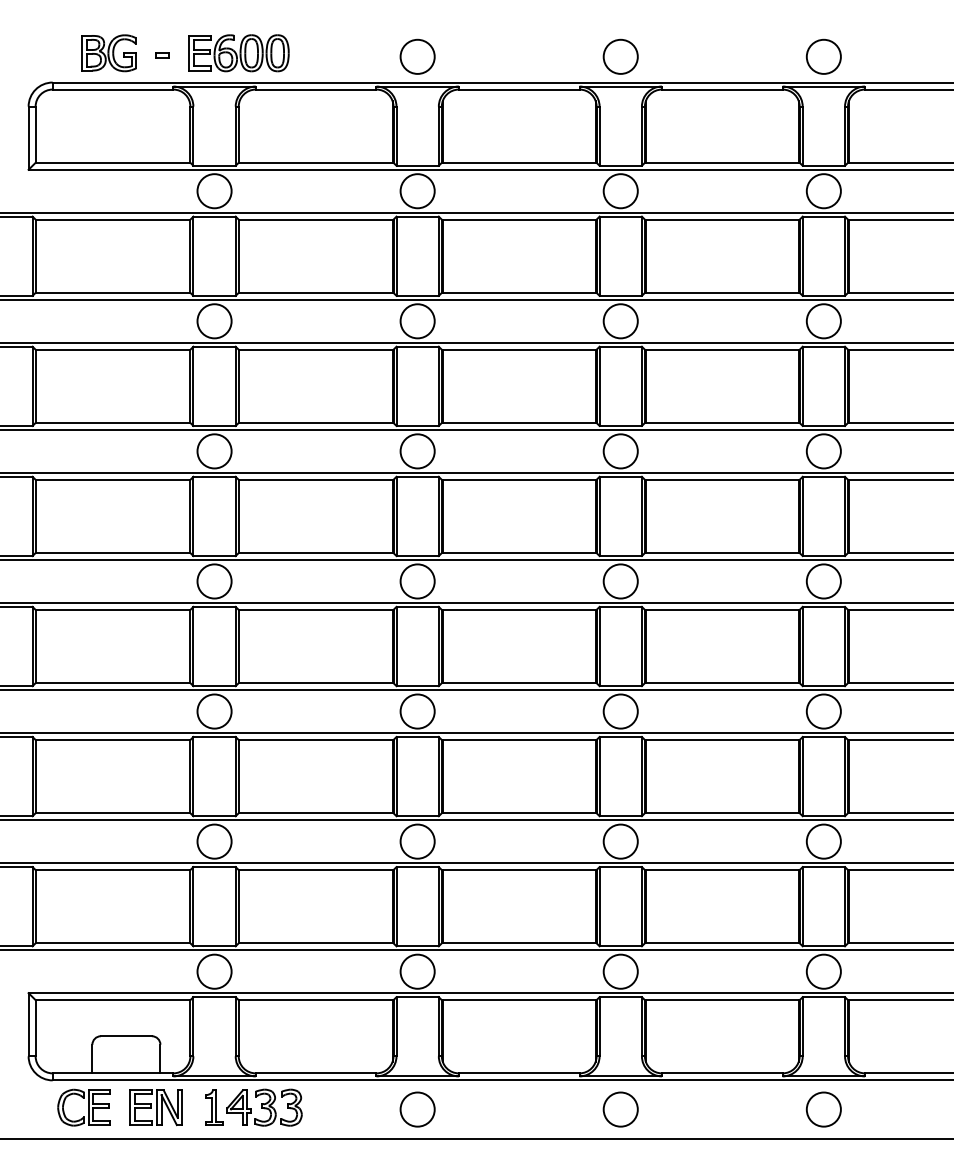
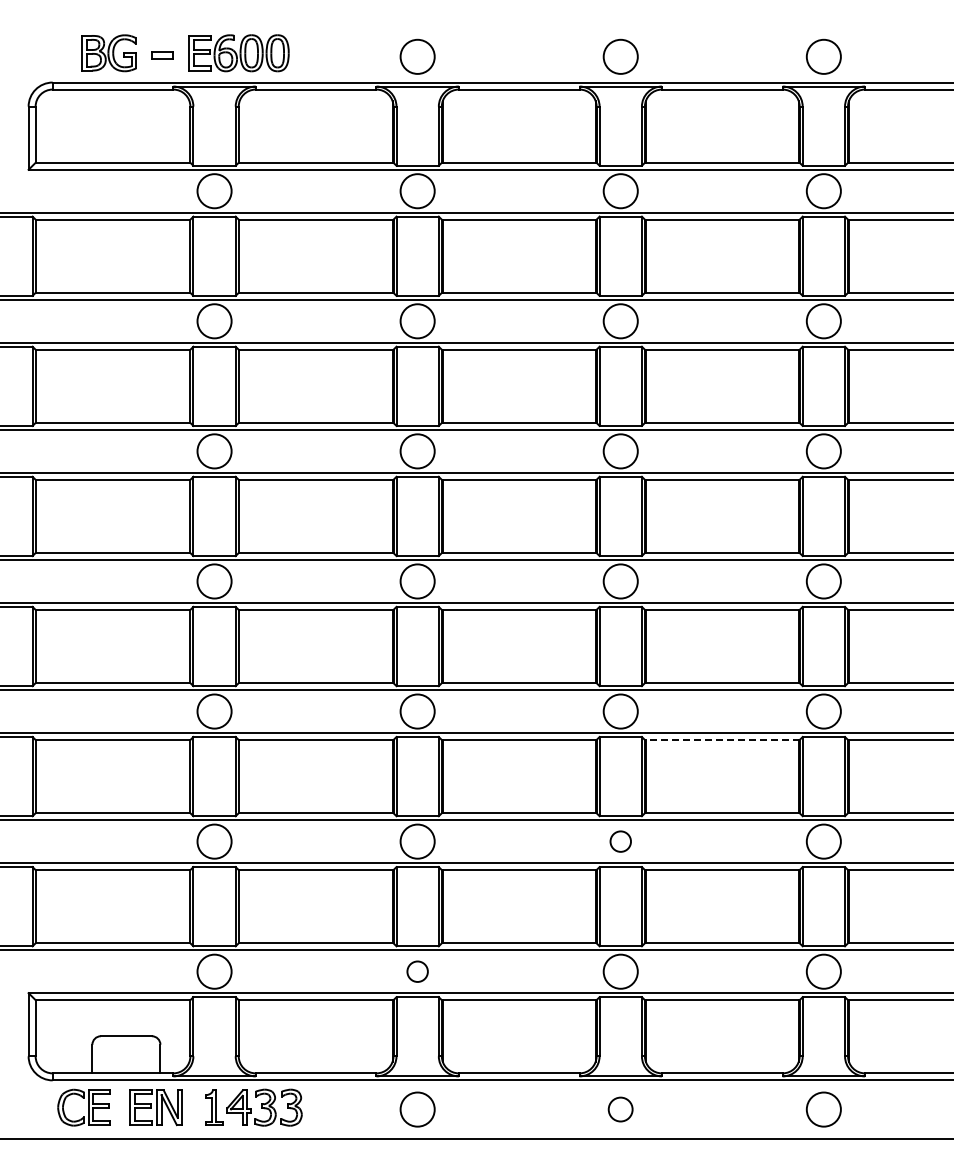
part at (162, 55) size: 15x7 px -> 23x9 px
line at (721, 739): solid -> dashed
circle at (620, 841) diameter: 34 px -> 20 px
circle at (417, 971) diameter: 34 px -> 20 px
circle at (620, 1109) size: 37x37 px -> 27x27 px
